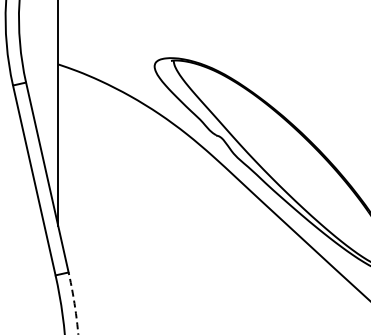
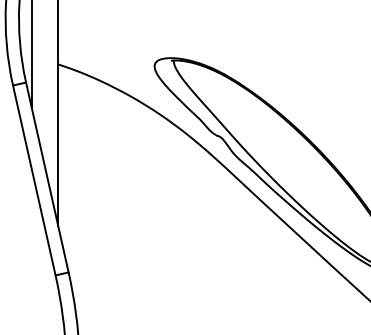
line at (31, 54): none -> present
arc at (74, 303): dashed -> solid
